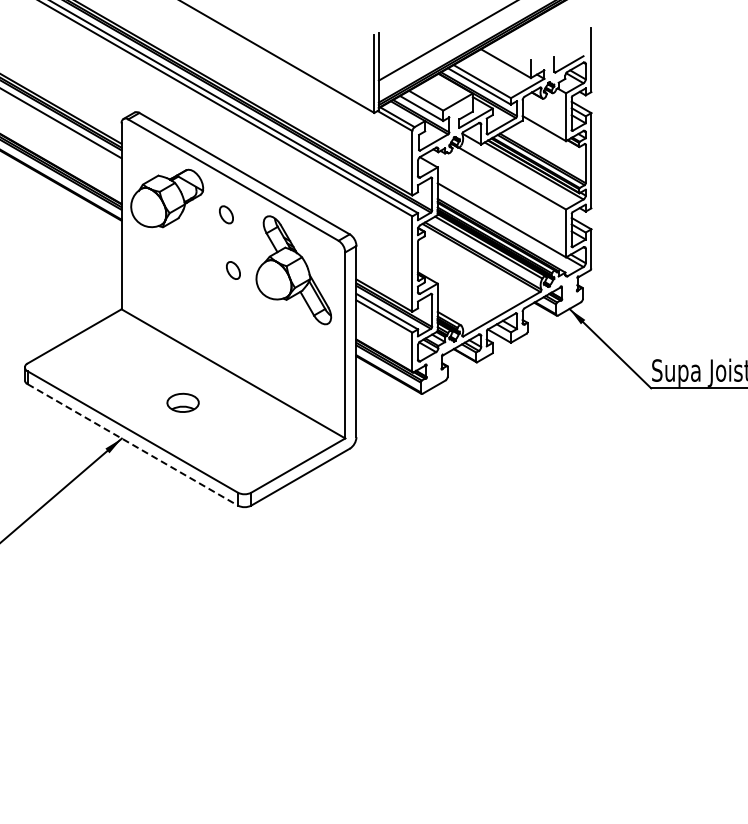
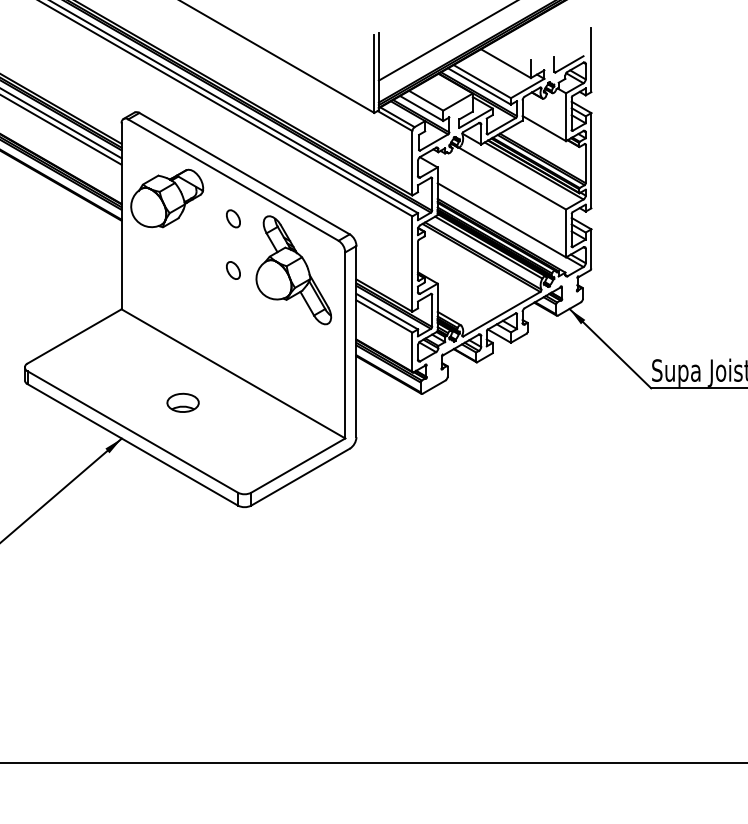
line at (61, 130): none -> present
part at (226, 214) position: (226, 214) -> (233, 218)
line at (133, 445): dashed -> solid
line at (373, 762): none -> present
